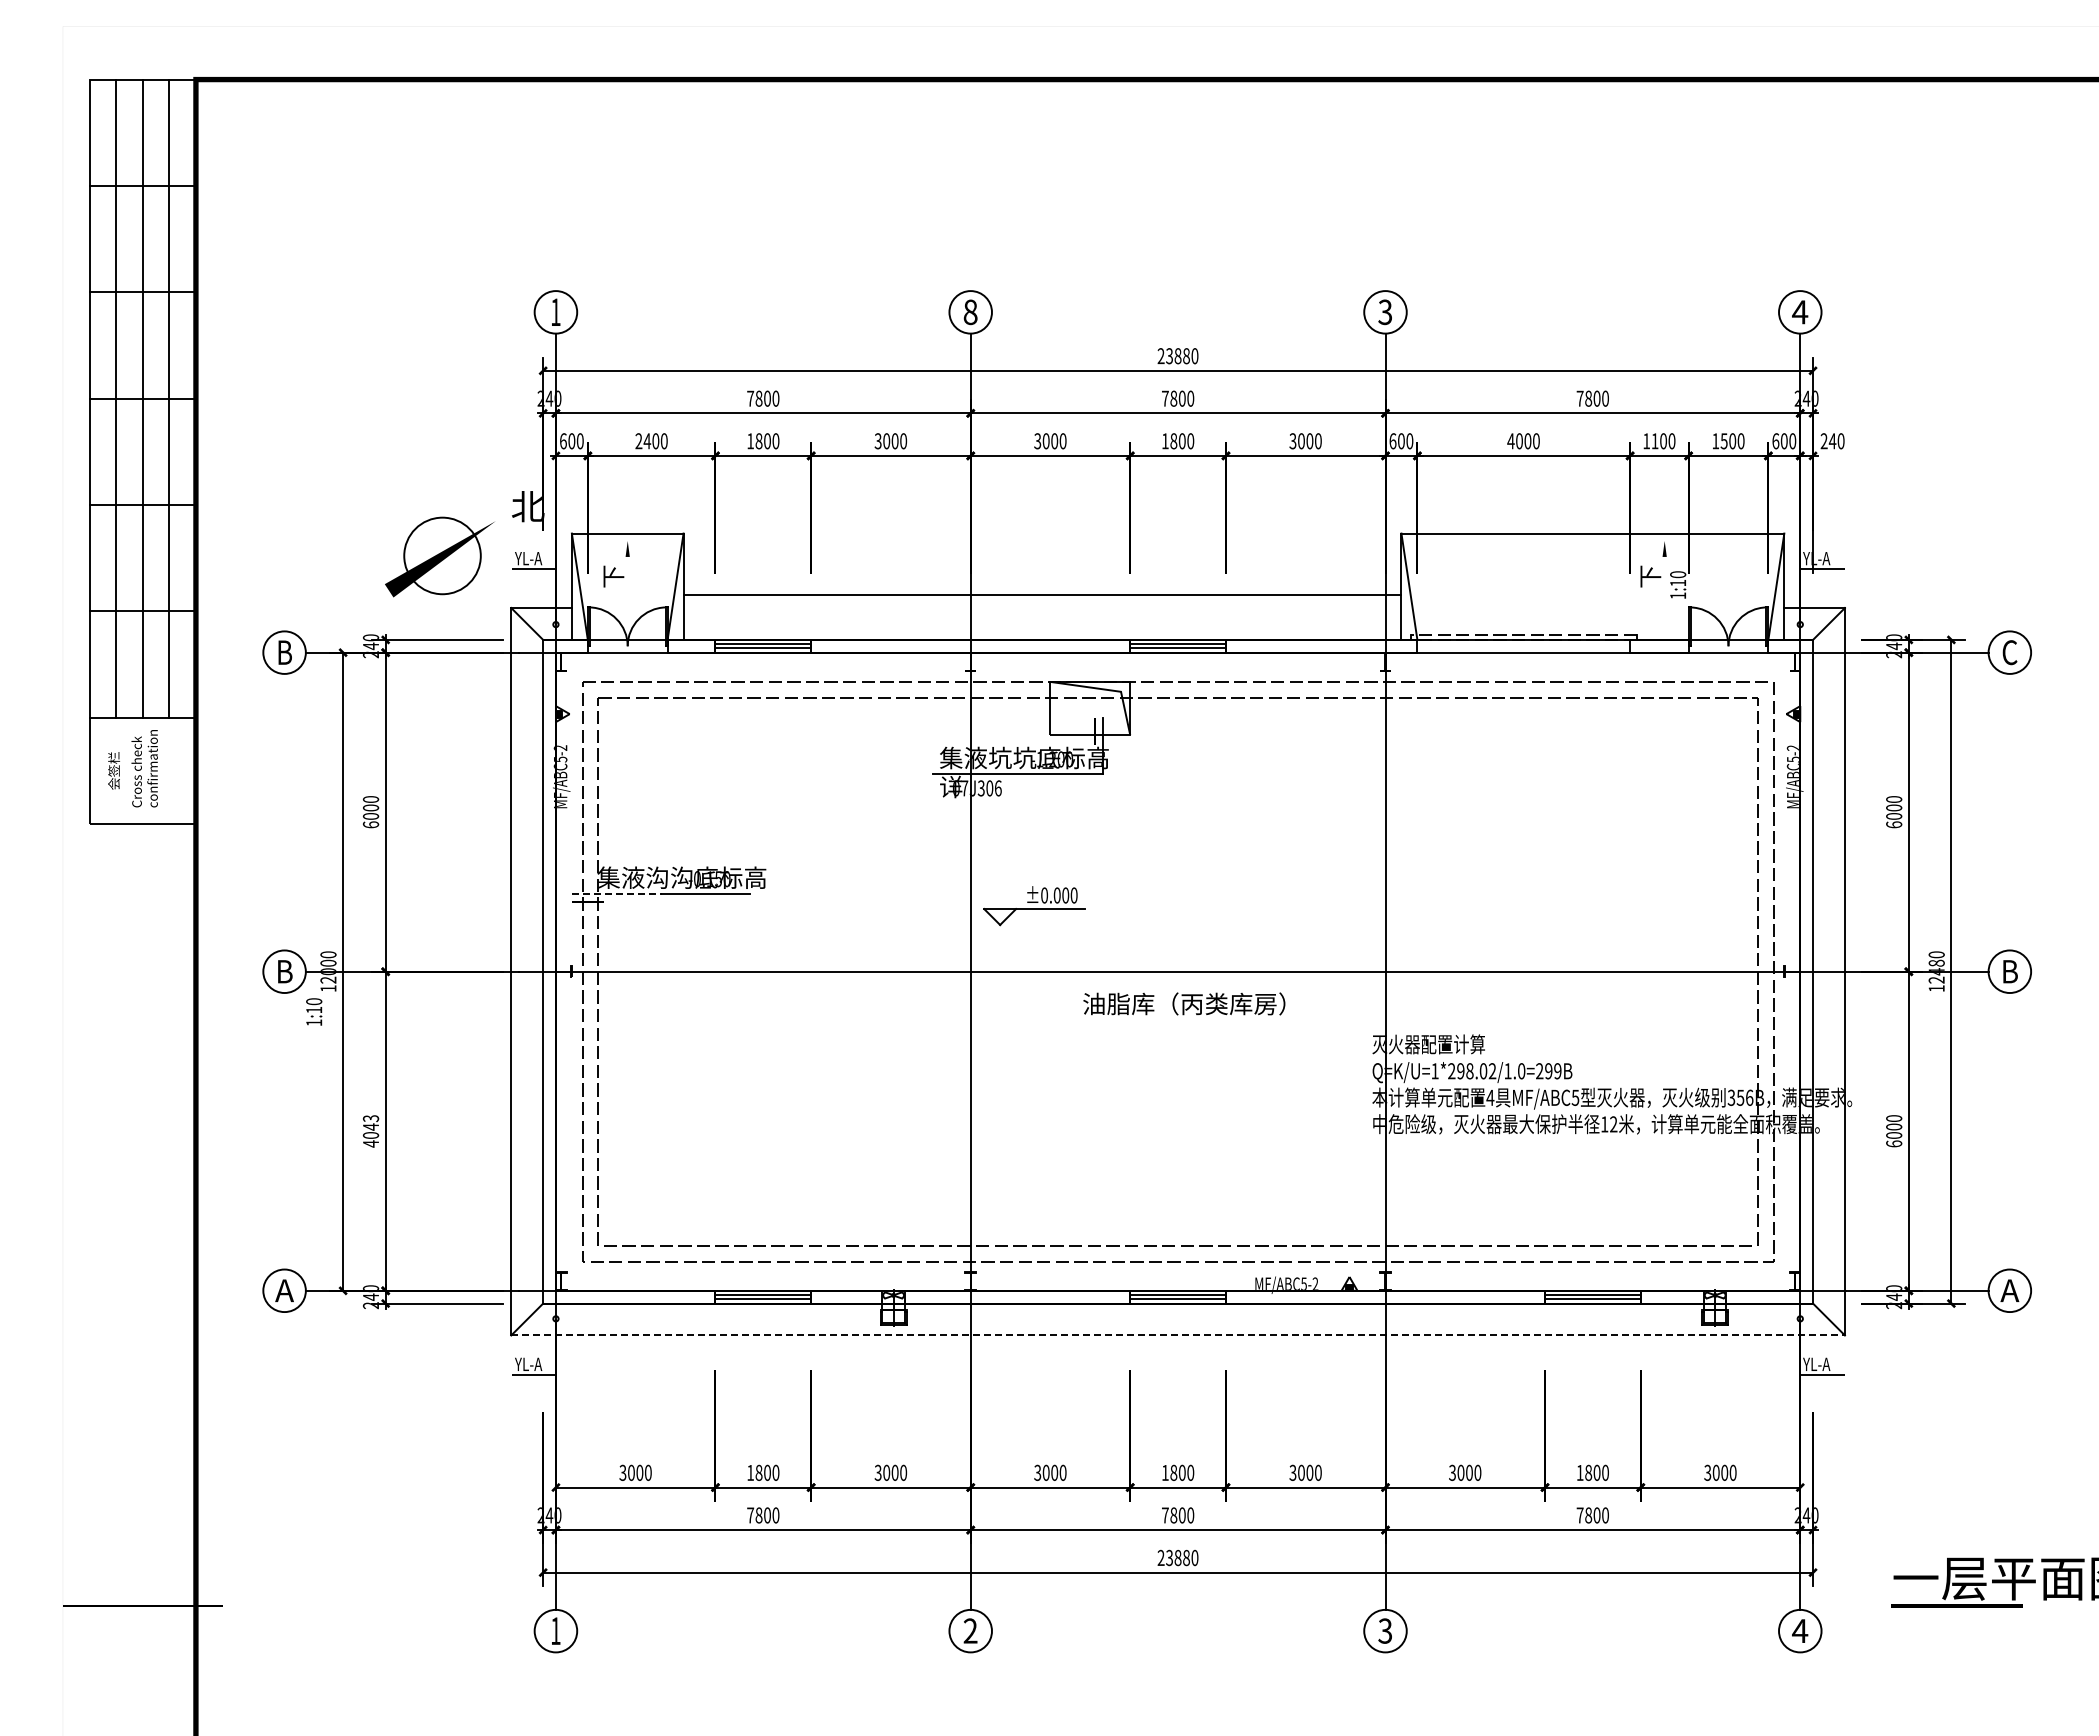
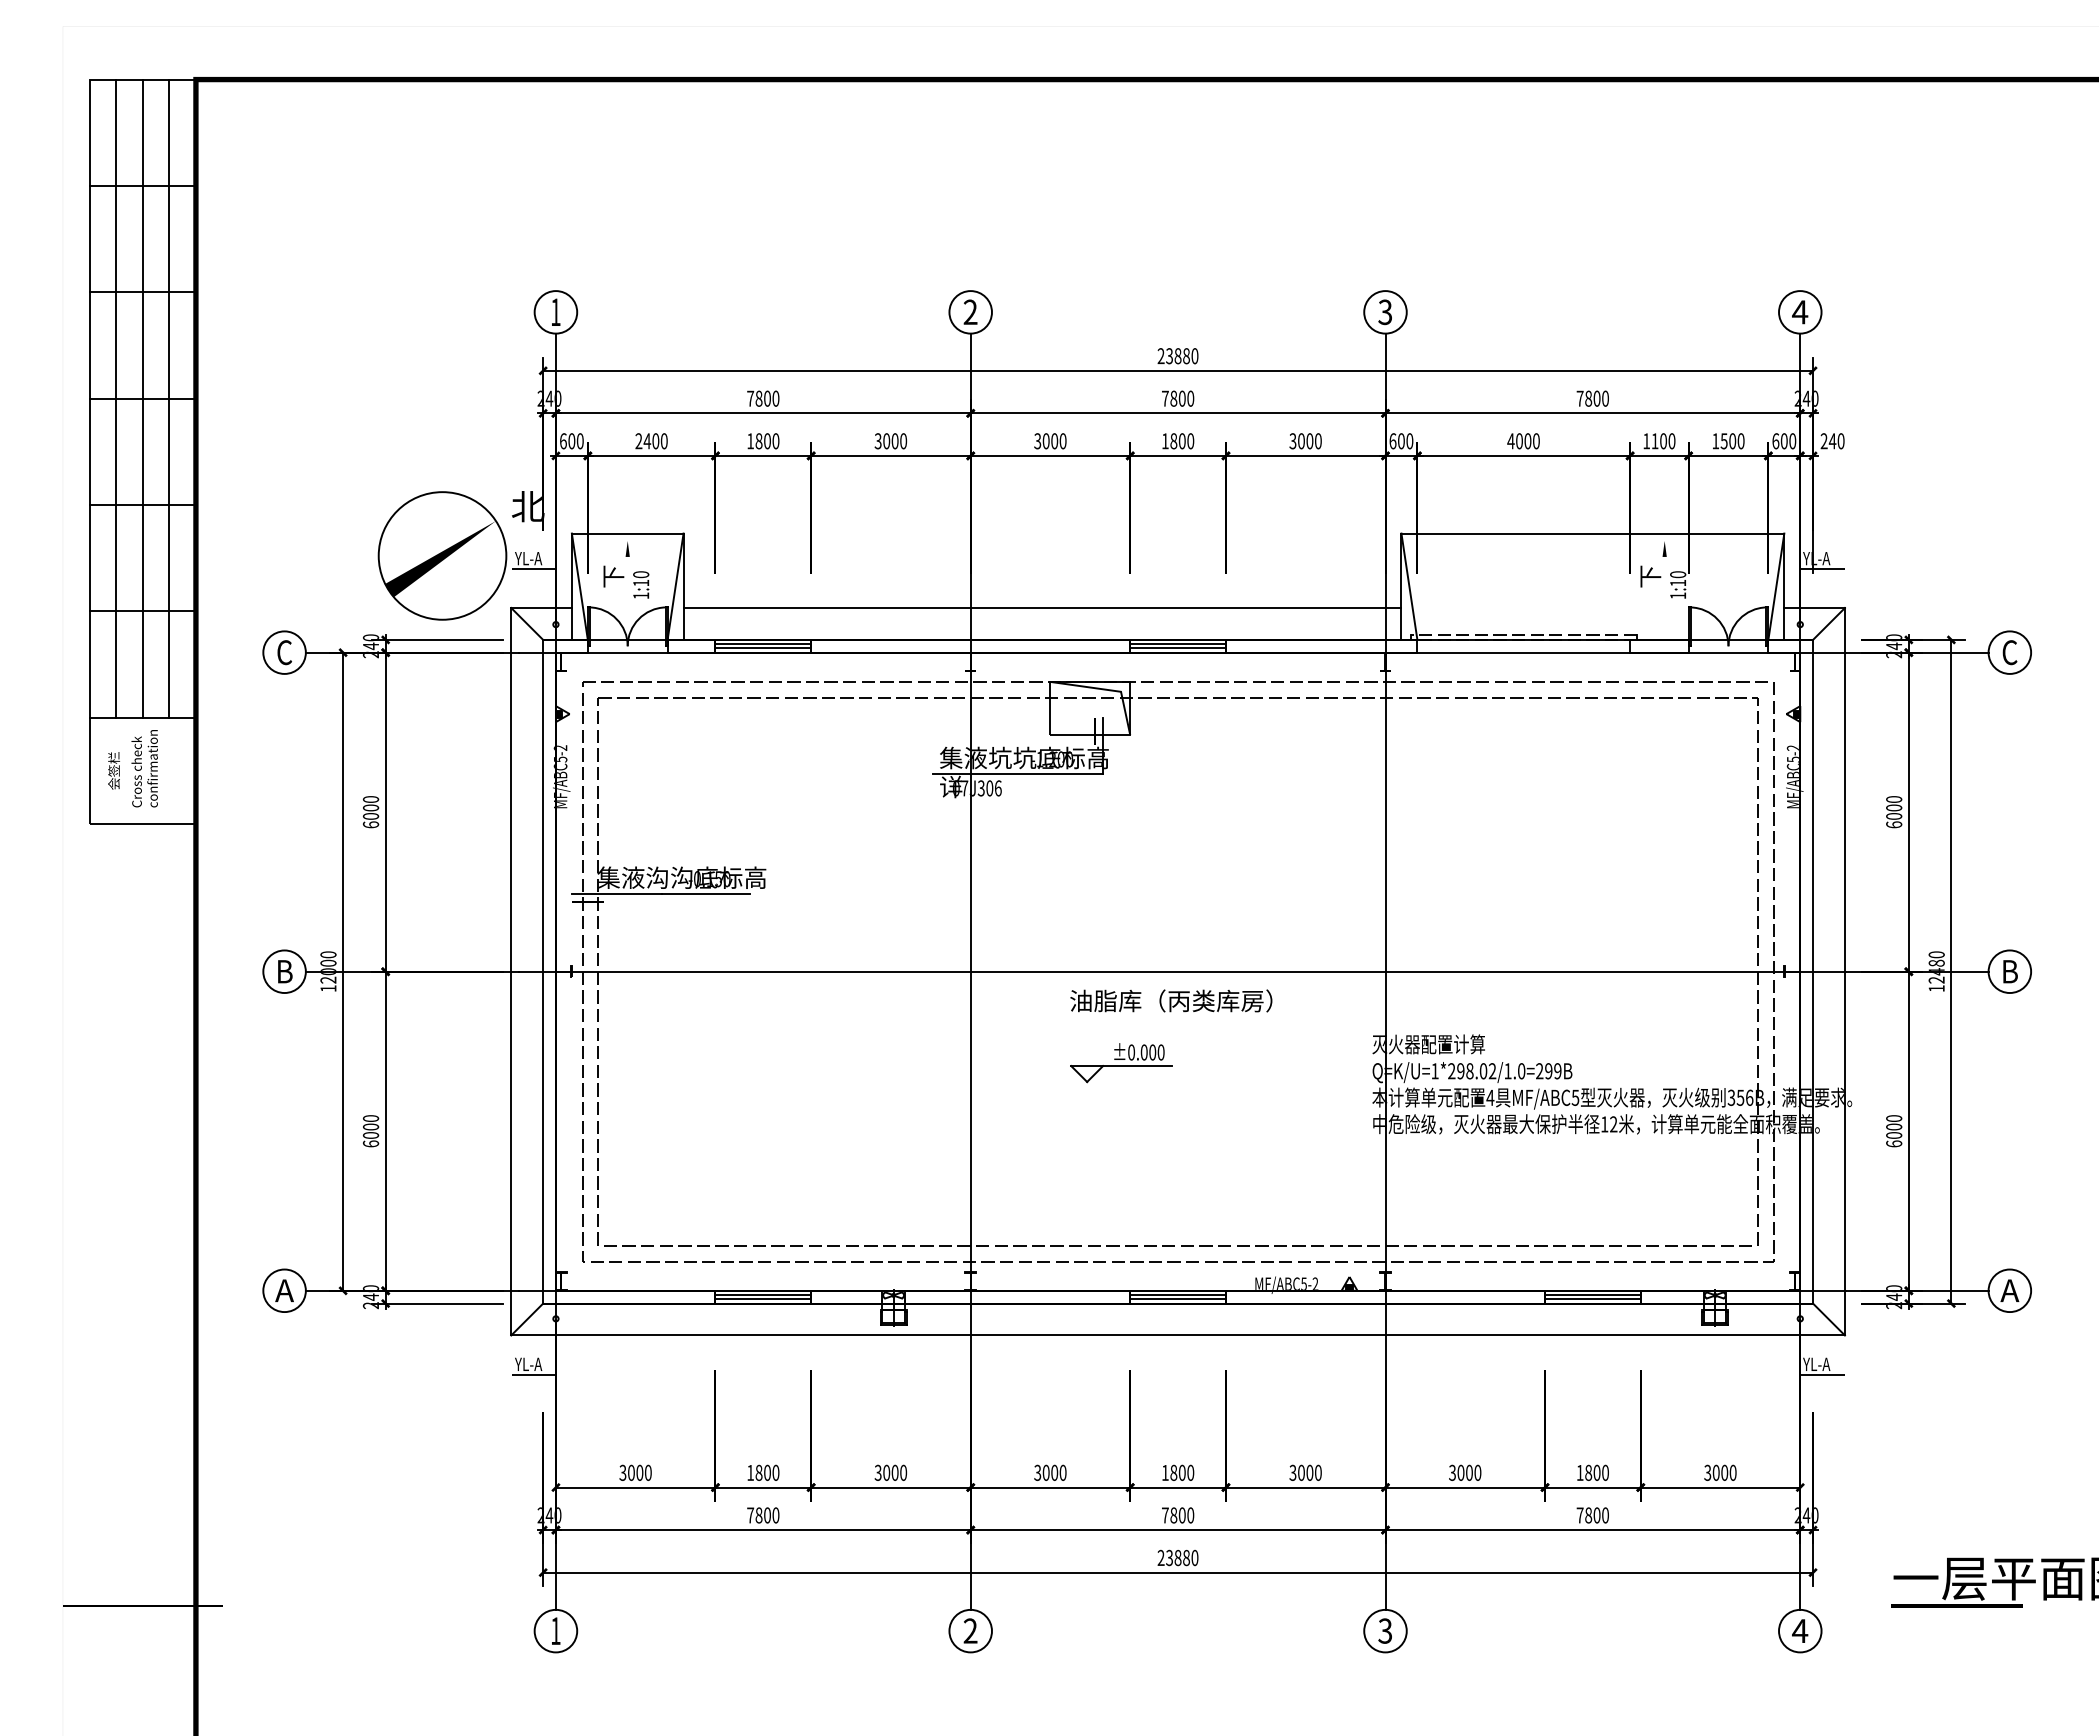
text at (970, 312): 8 -> 2
circle at (442, 555) diameter: 77 px -> 128 px
line at (1042, 595) position: (1042, 595) -> (1042, 608)
text at (284, 652): B -> C
line at (617, 894): dashed -> solid
part at (1034, 906) position: (1034, 906) -> (1121, 1063)
text at (1184, 1003) position: (1184, 1003) -> (1171, 1000)
text at (314, 1011) position: (314, 1011) -> (641, 584)
text at (370, 1131): 4043 -> 6000
line at (1178, 1335): dashed -> solid
